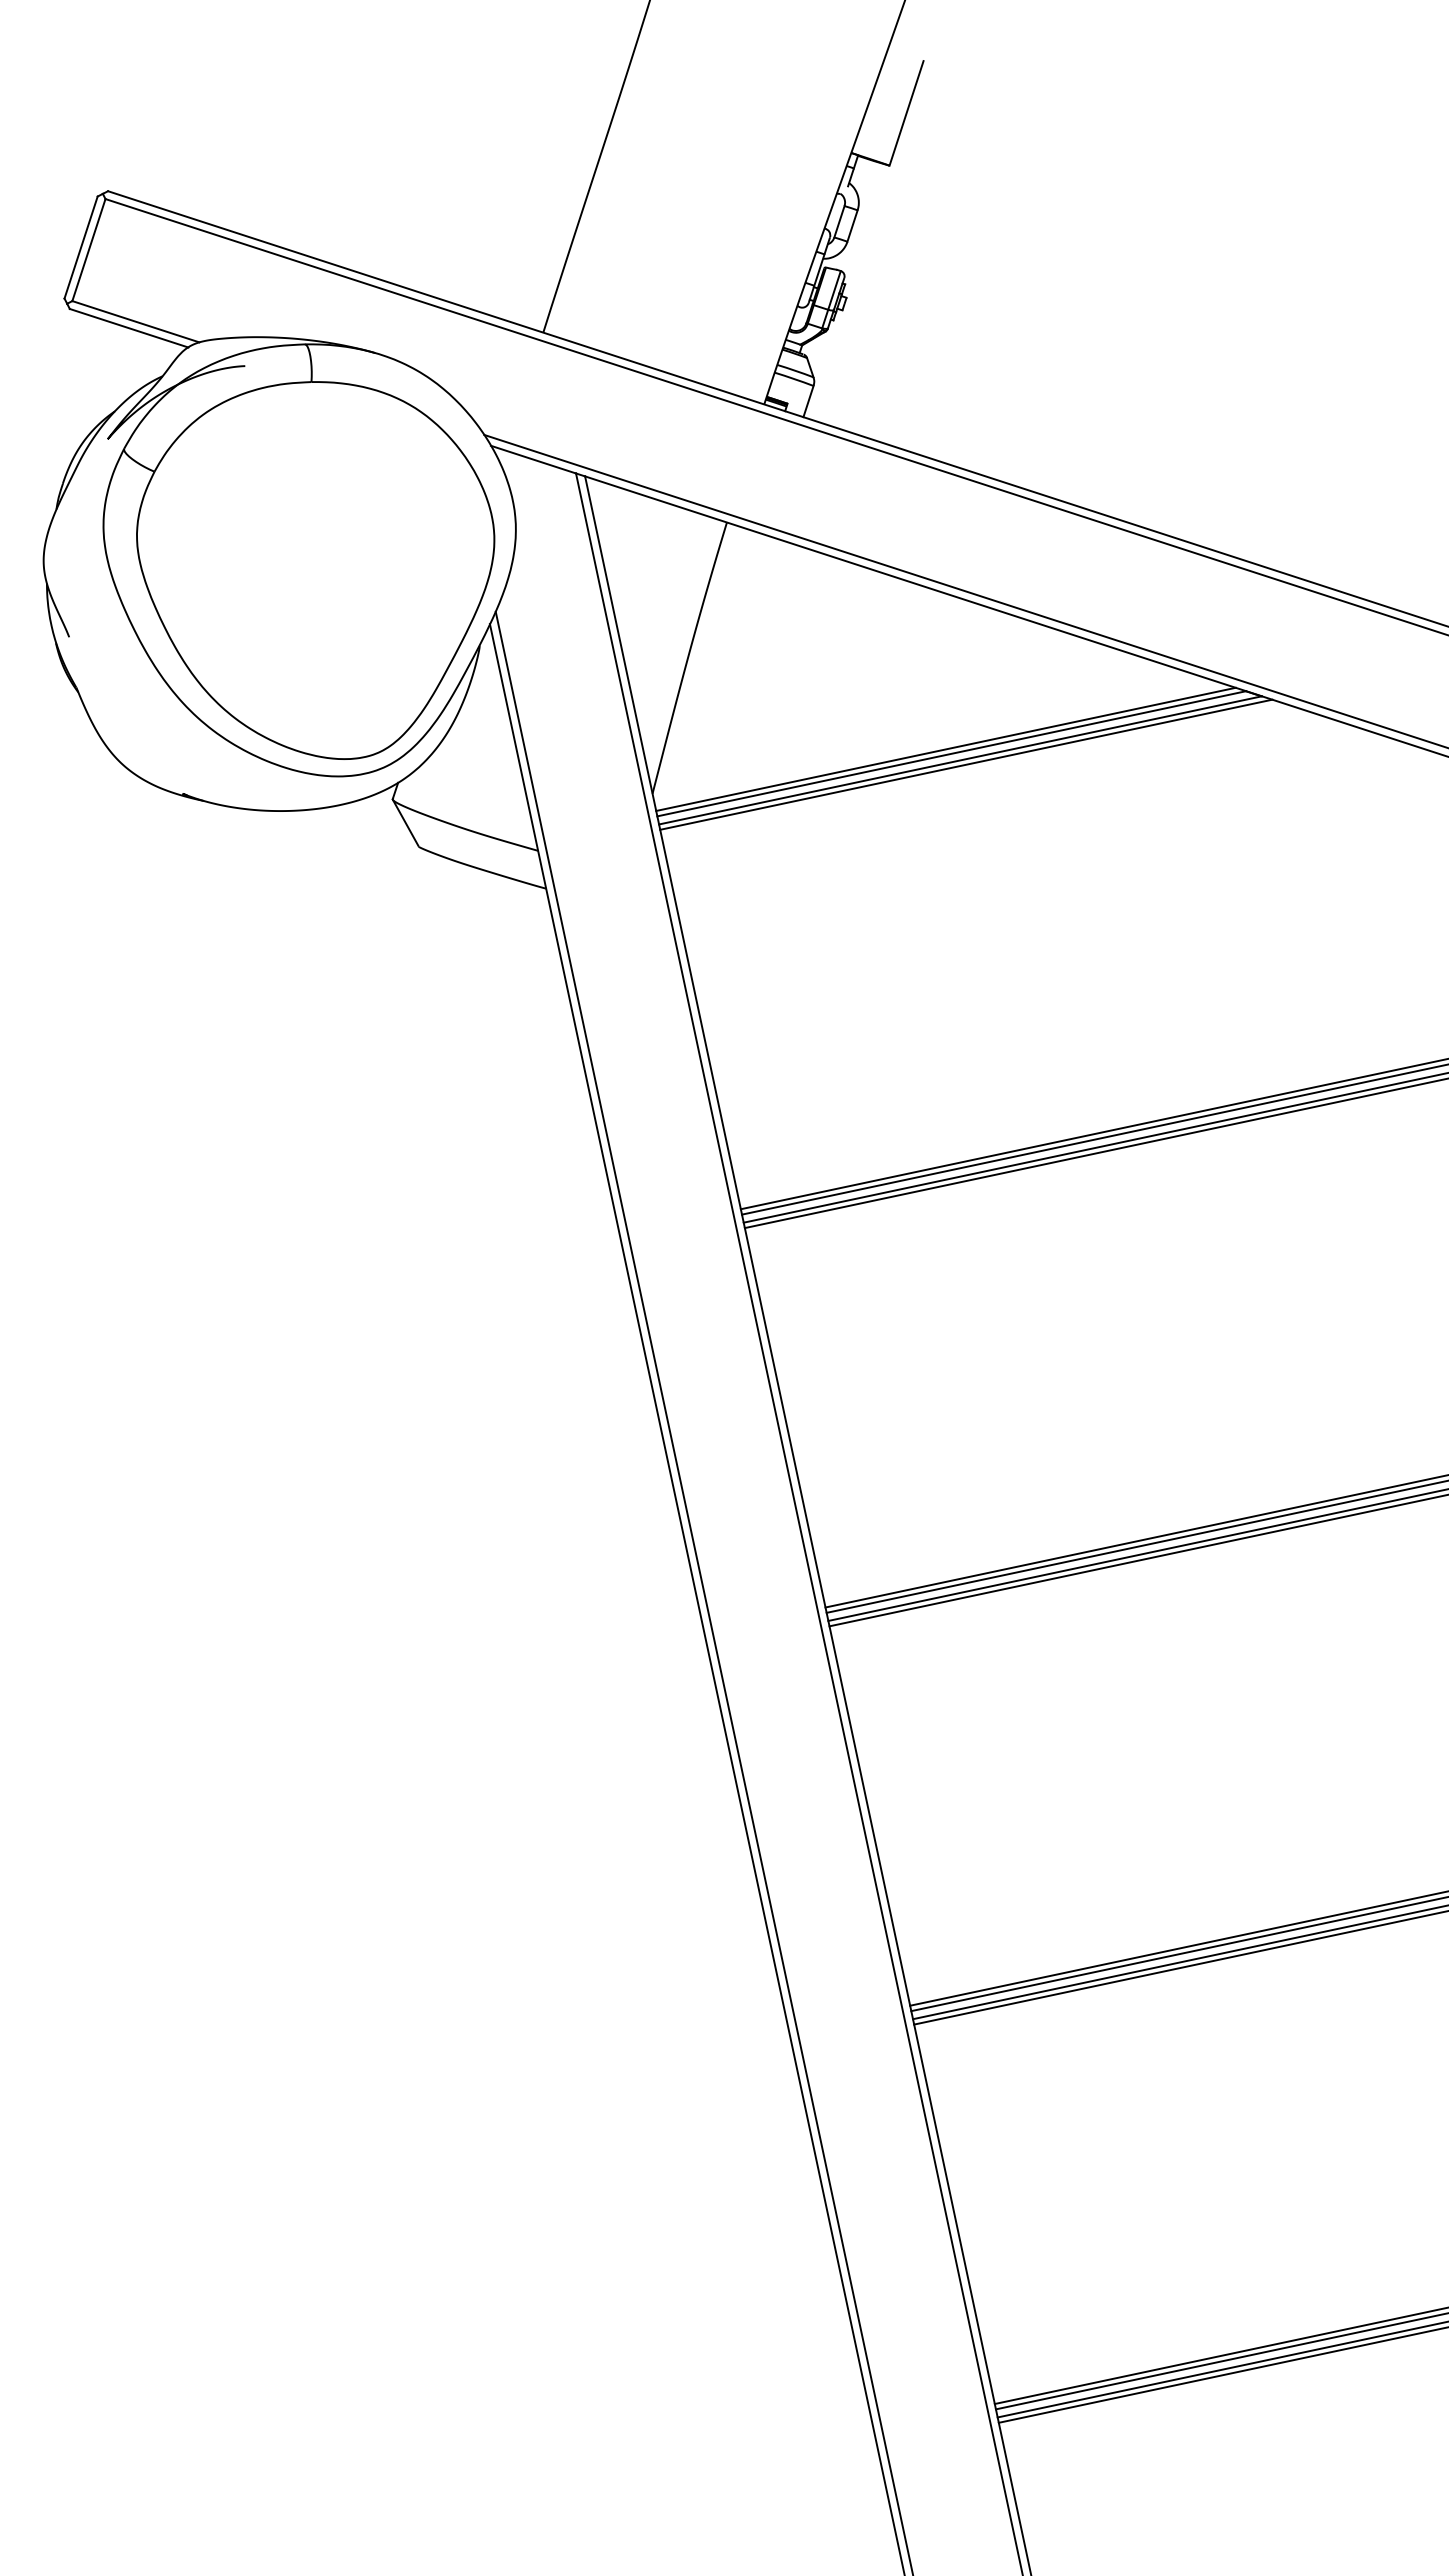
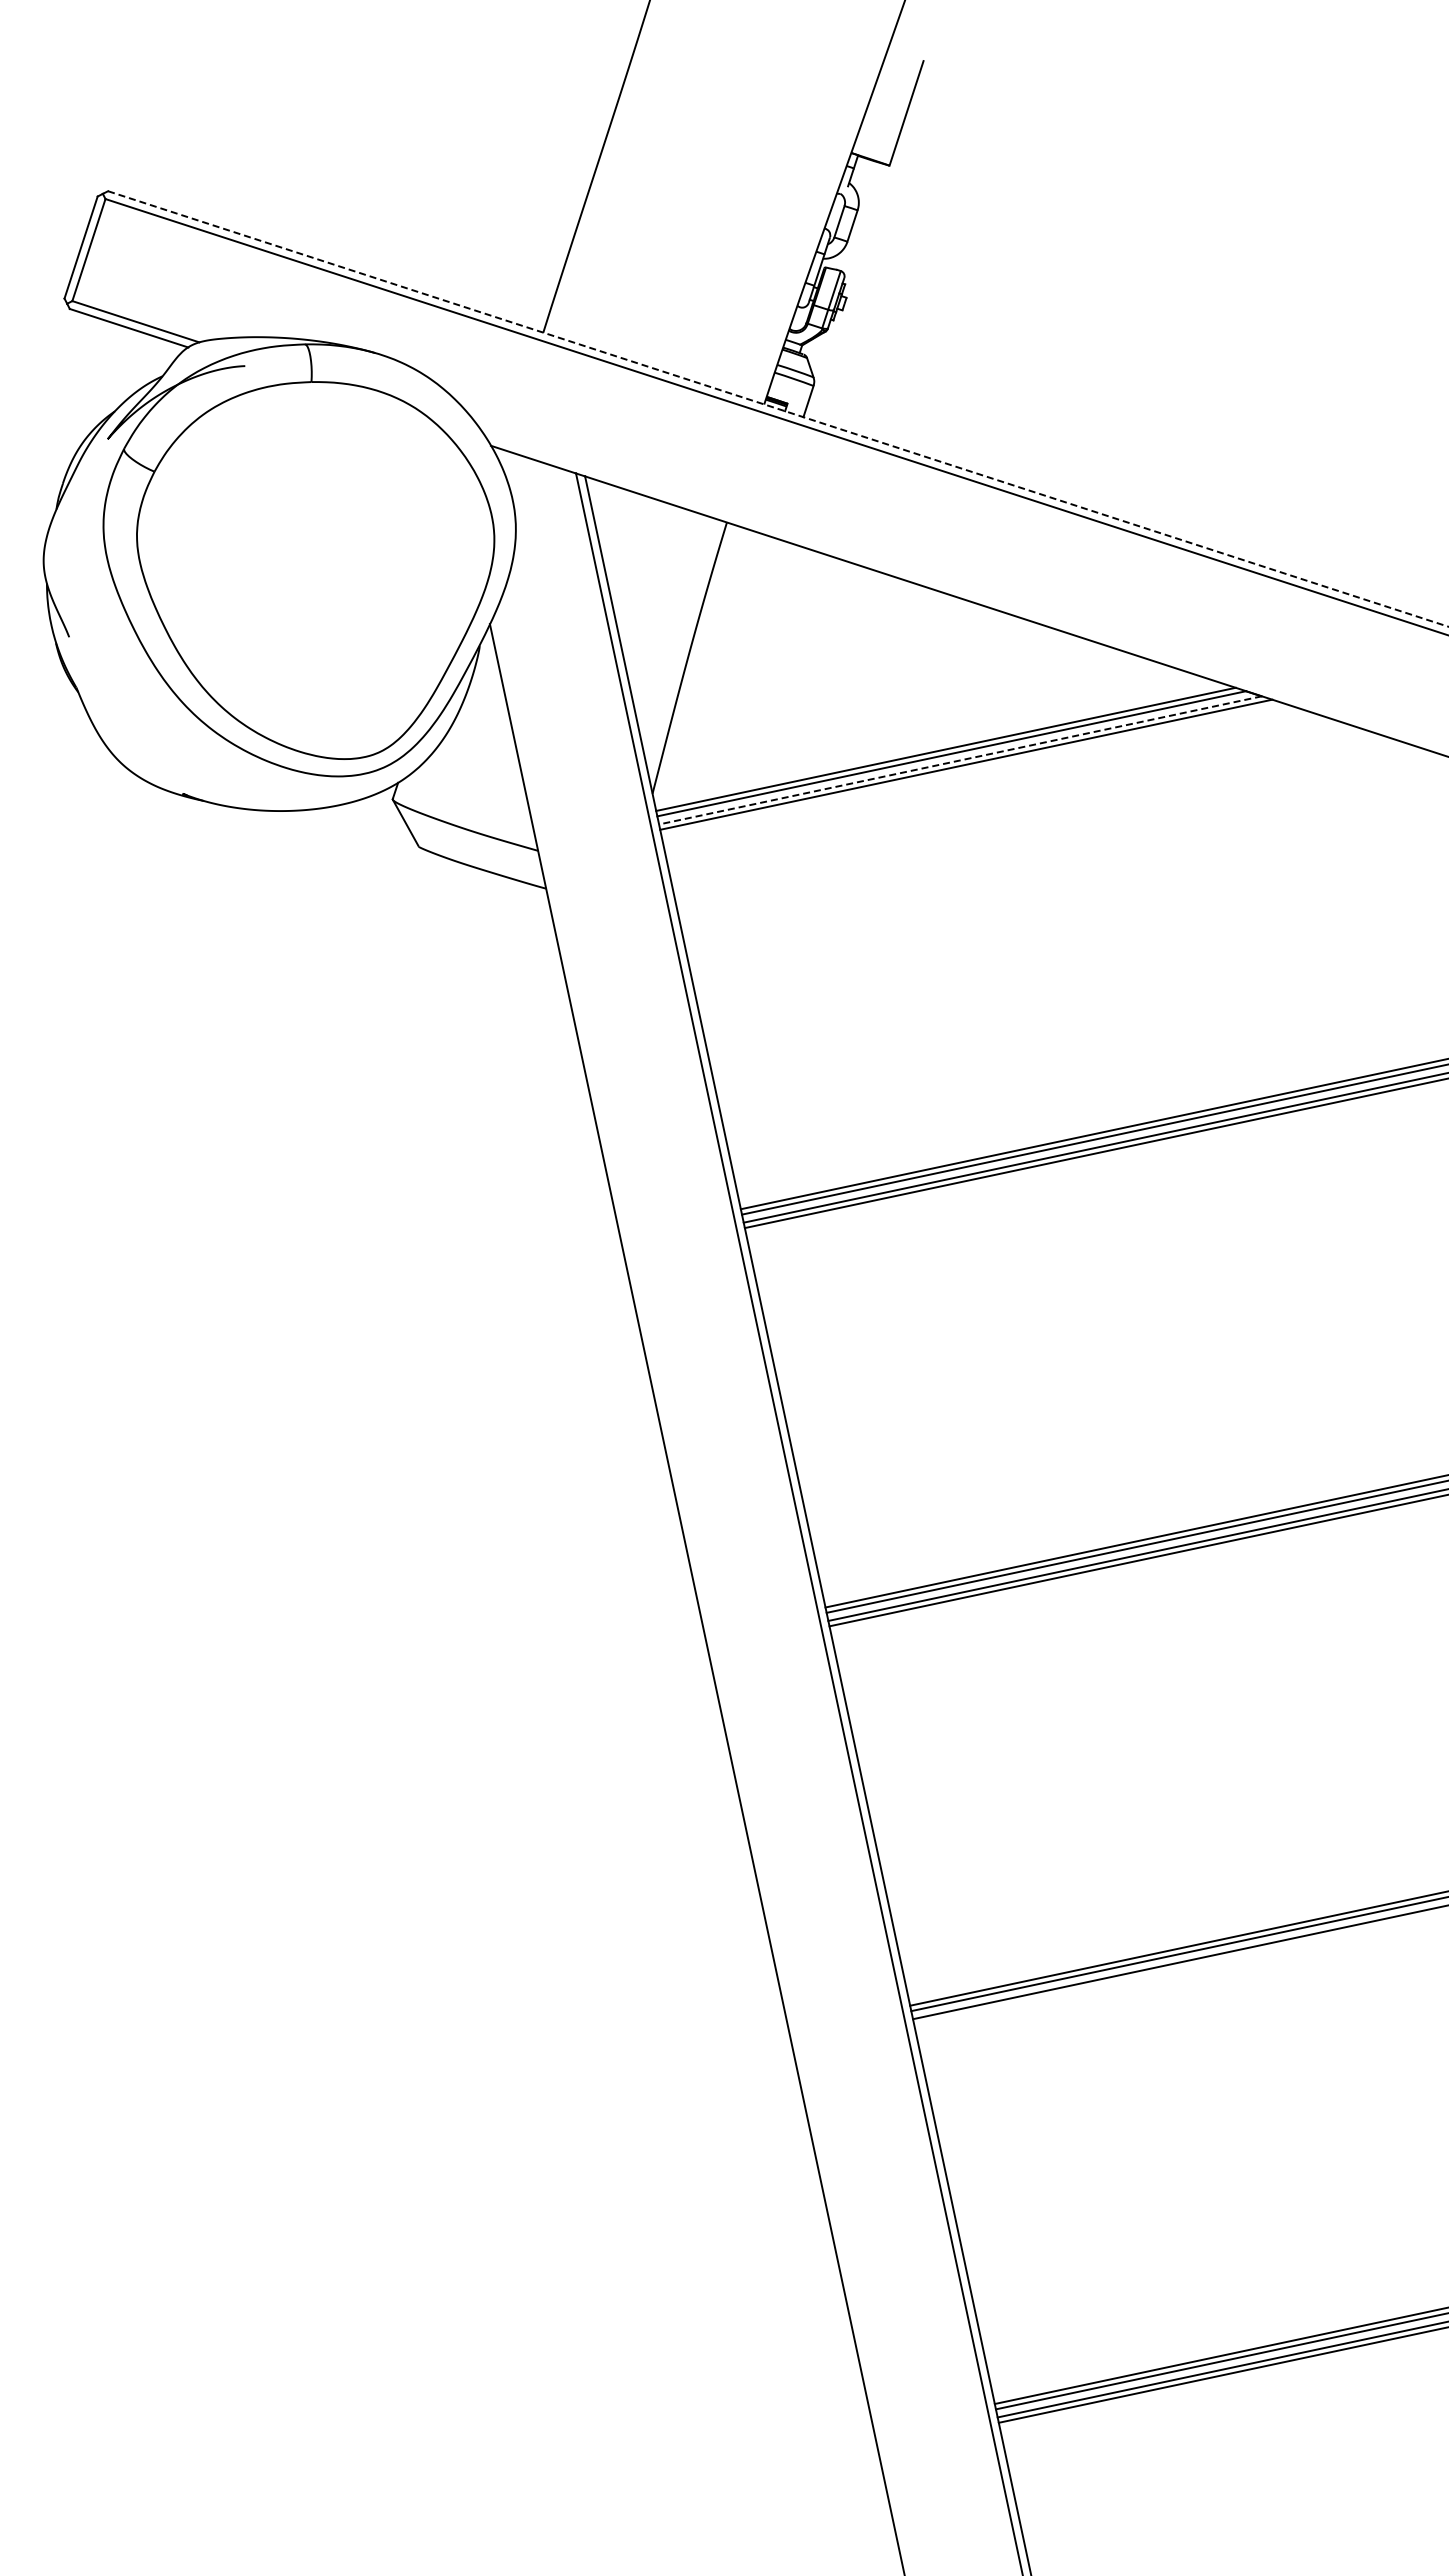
line at (778, 409): solid -> dashed
line at (964, 590): present -> none
line at (960, 760): solid -> dashed
line at (703, 1591): present -> none
line at (1179, 1967): present -> none
